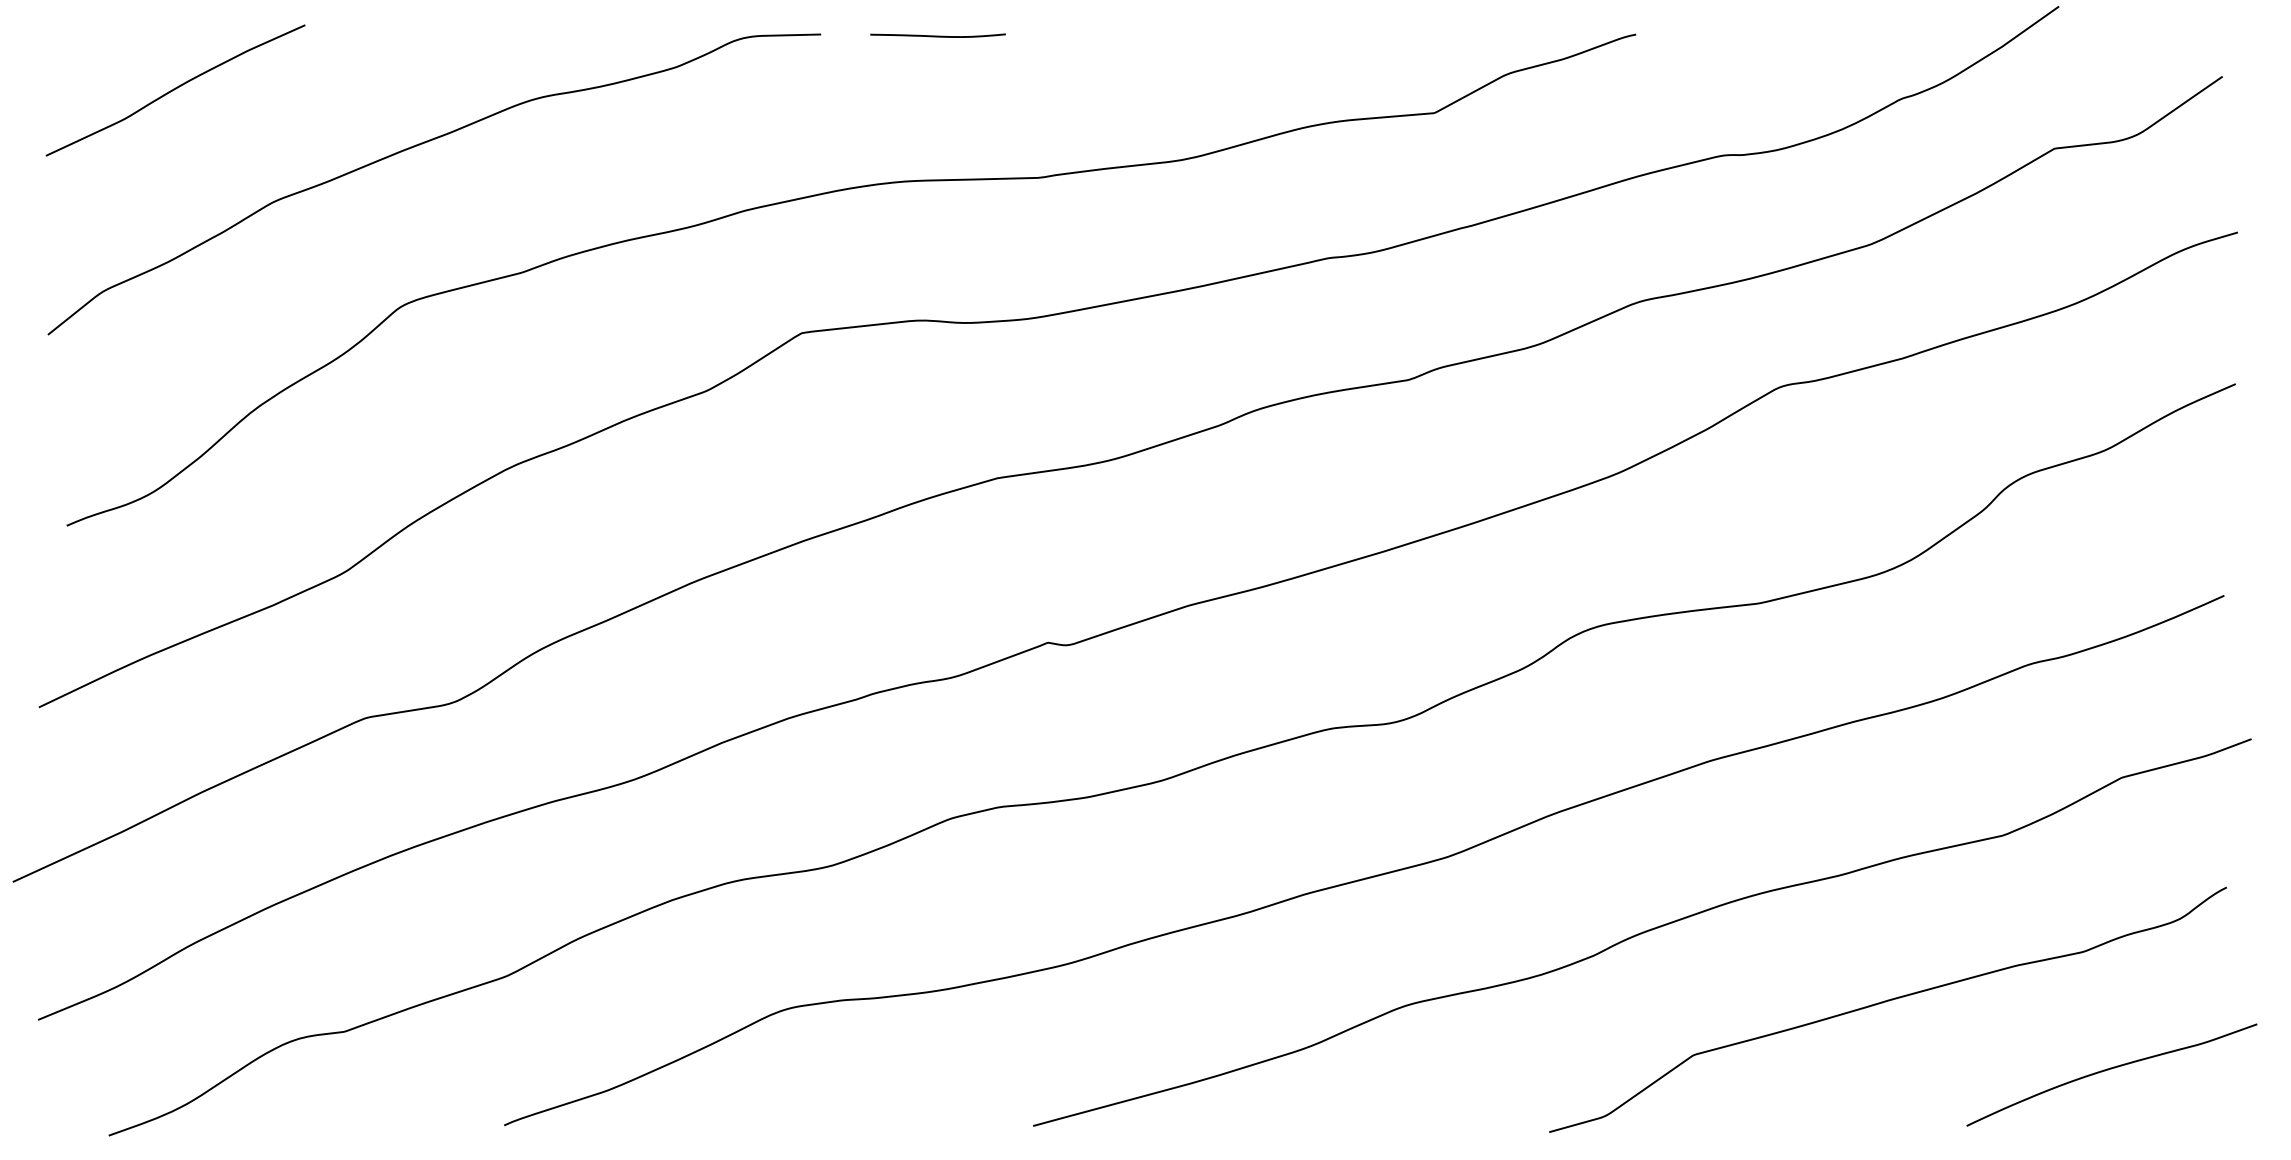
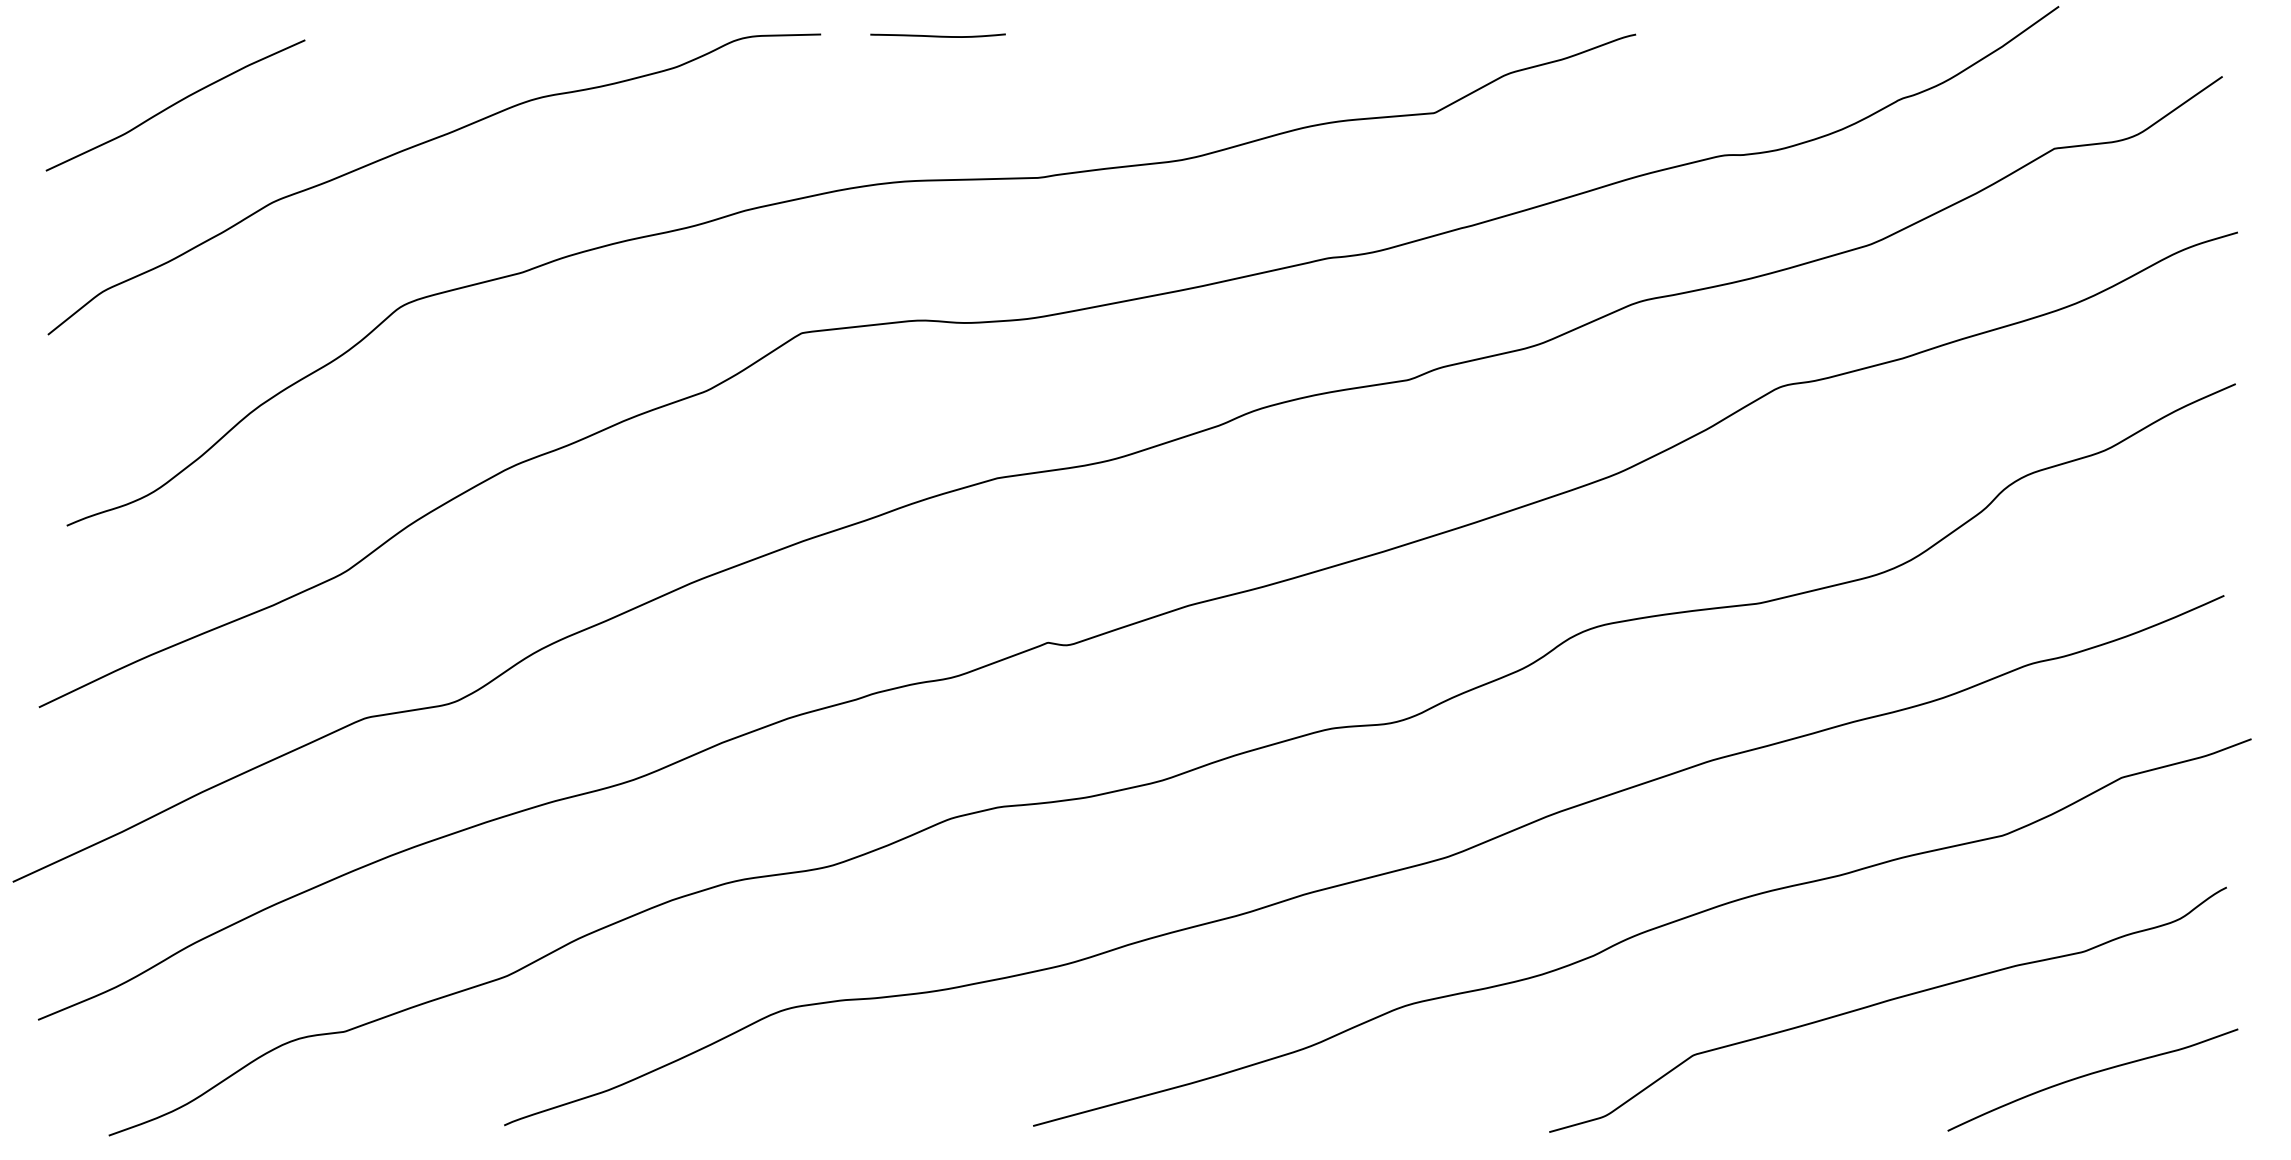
curve at (175, 89) position: (175, 89) -> (175, 104)
curve at (2111, 1069) position: (2111, 1069) -> (2092, 1074)
